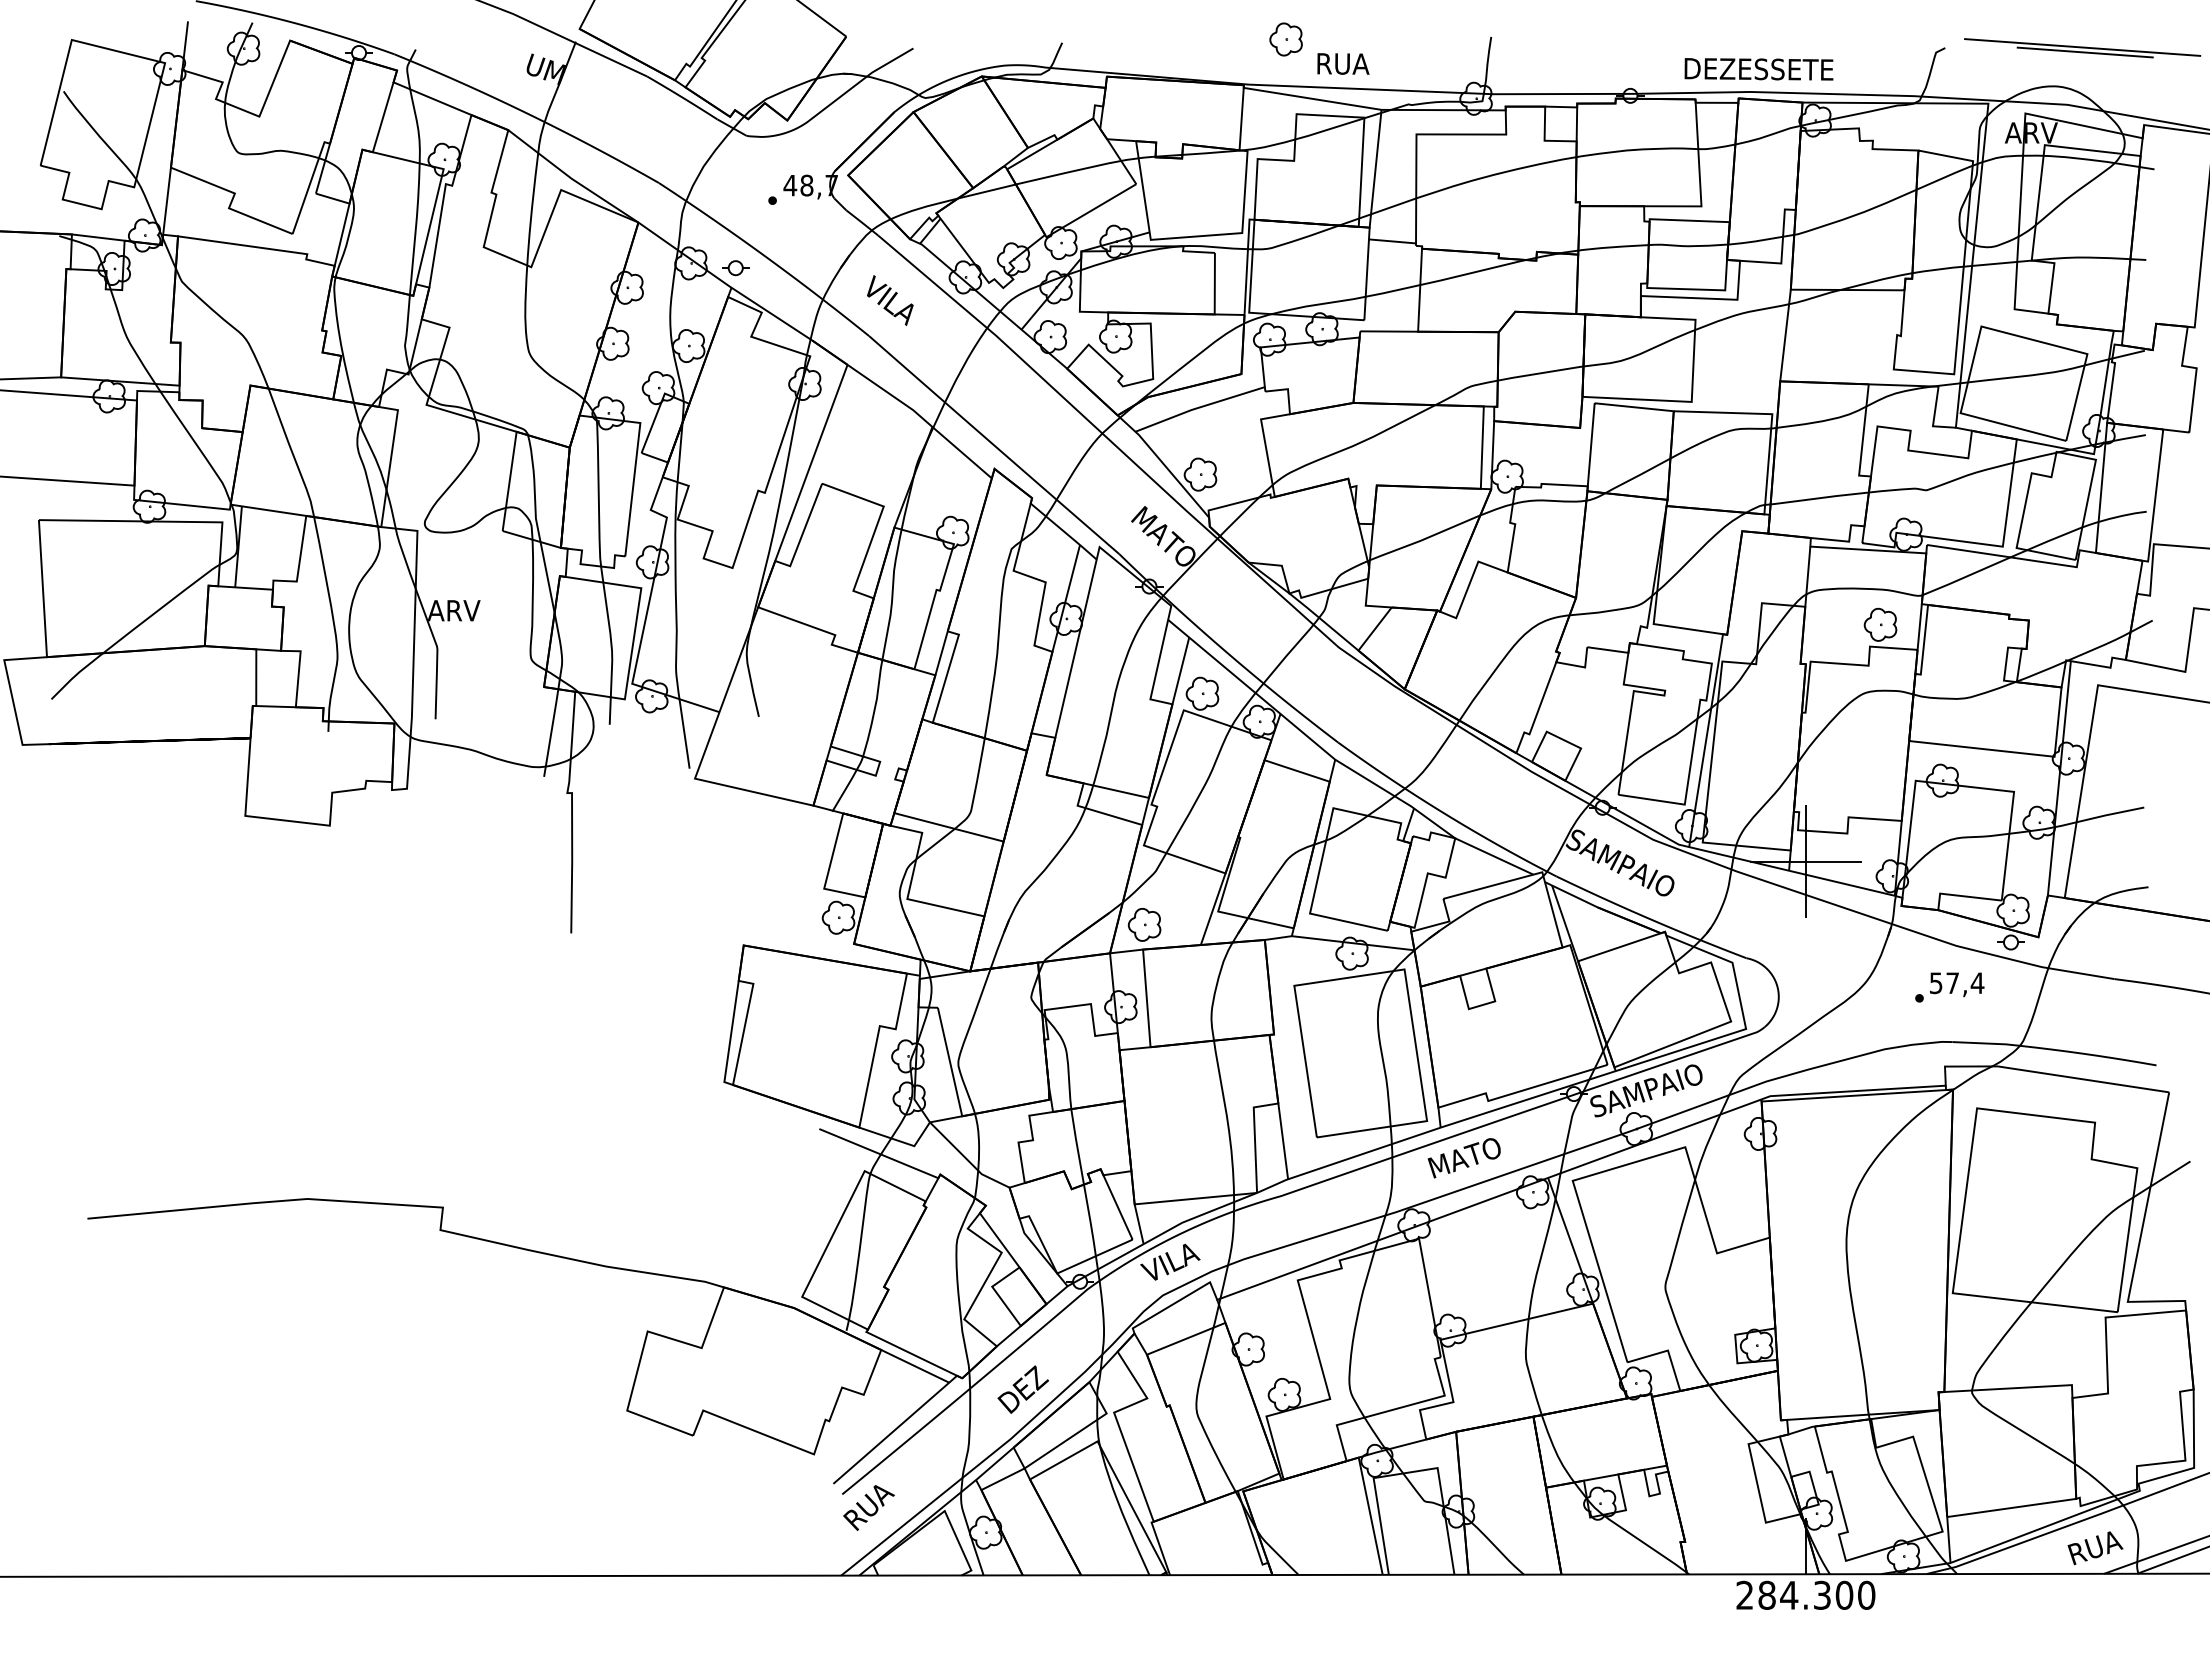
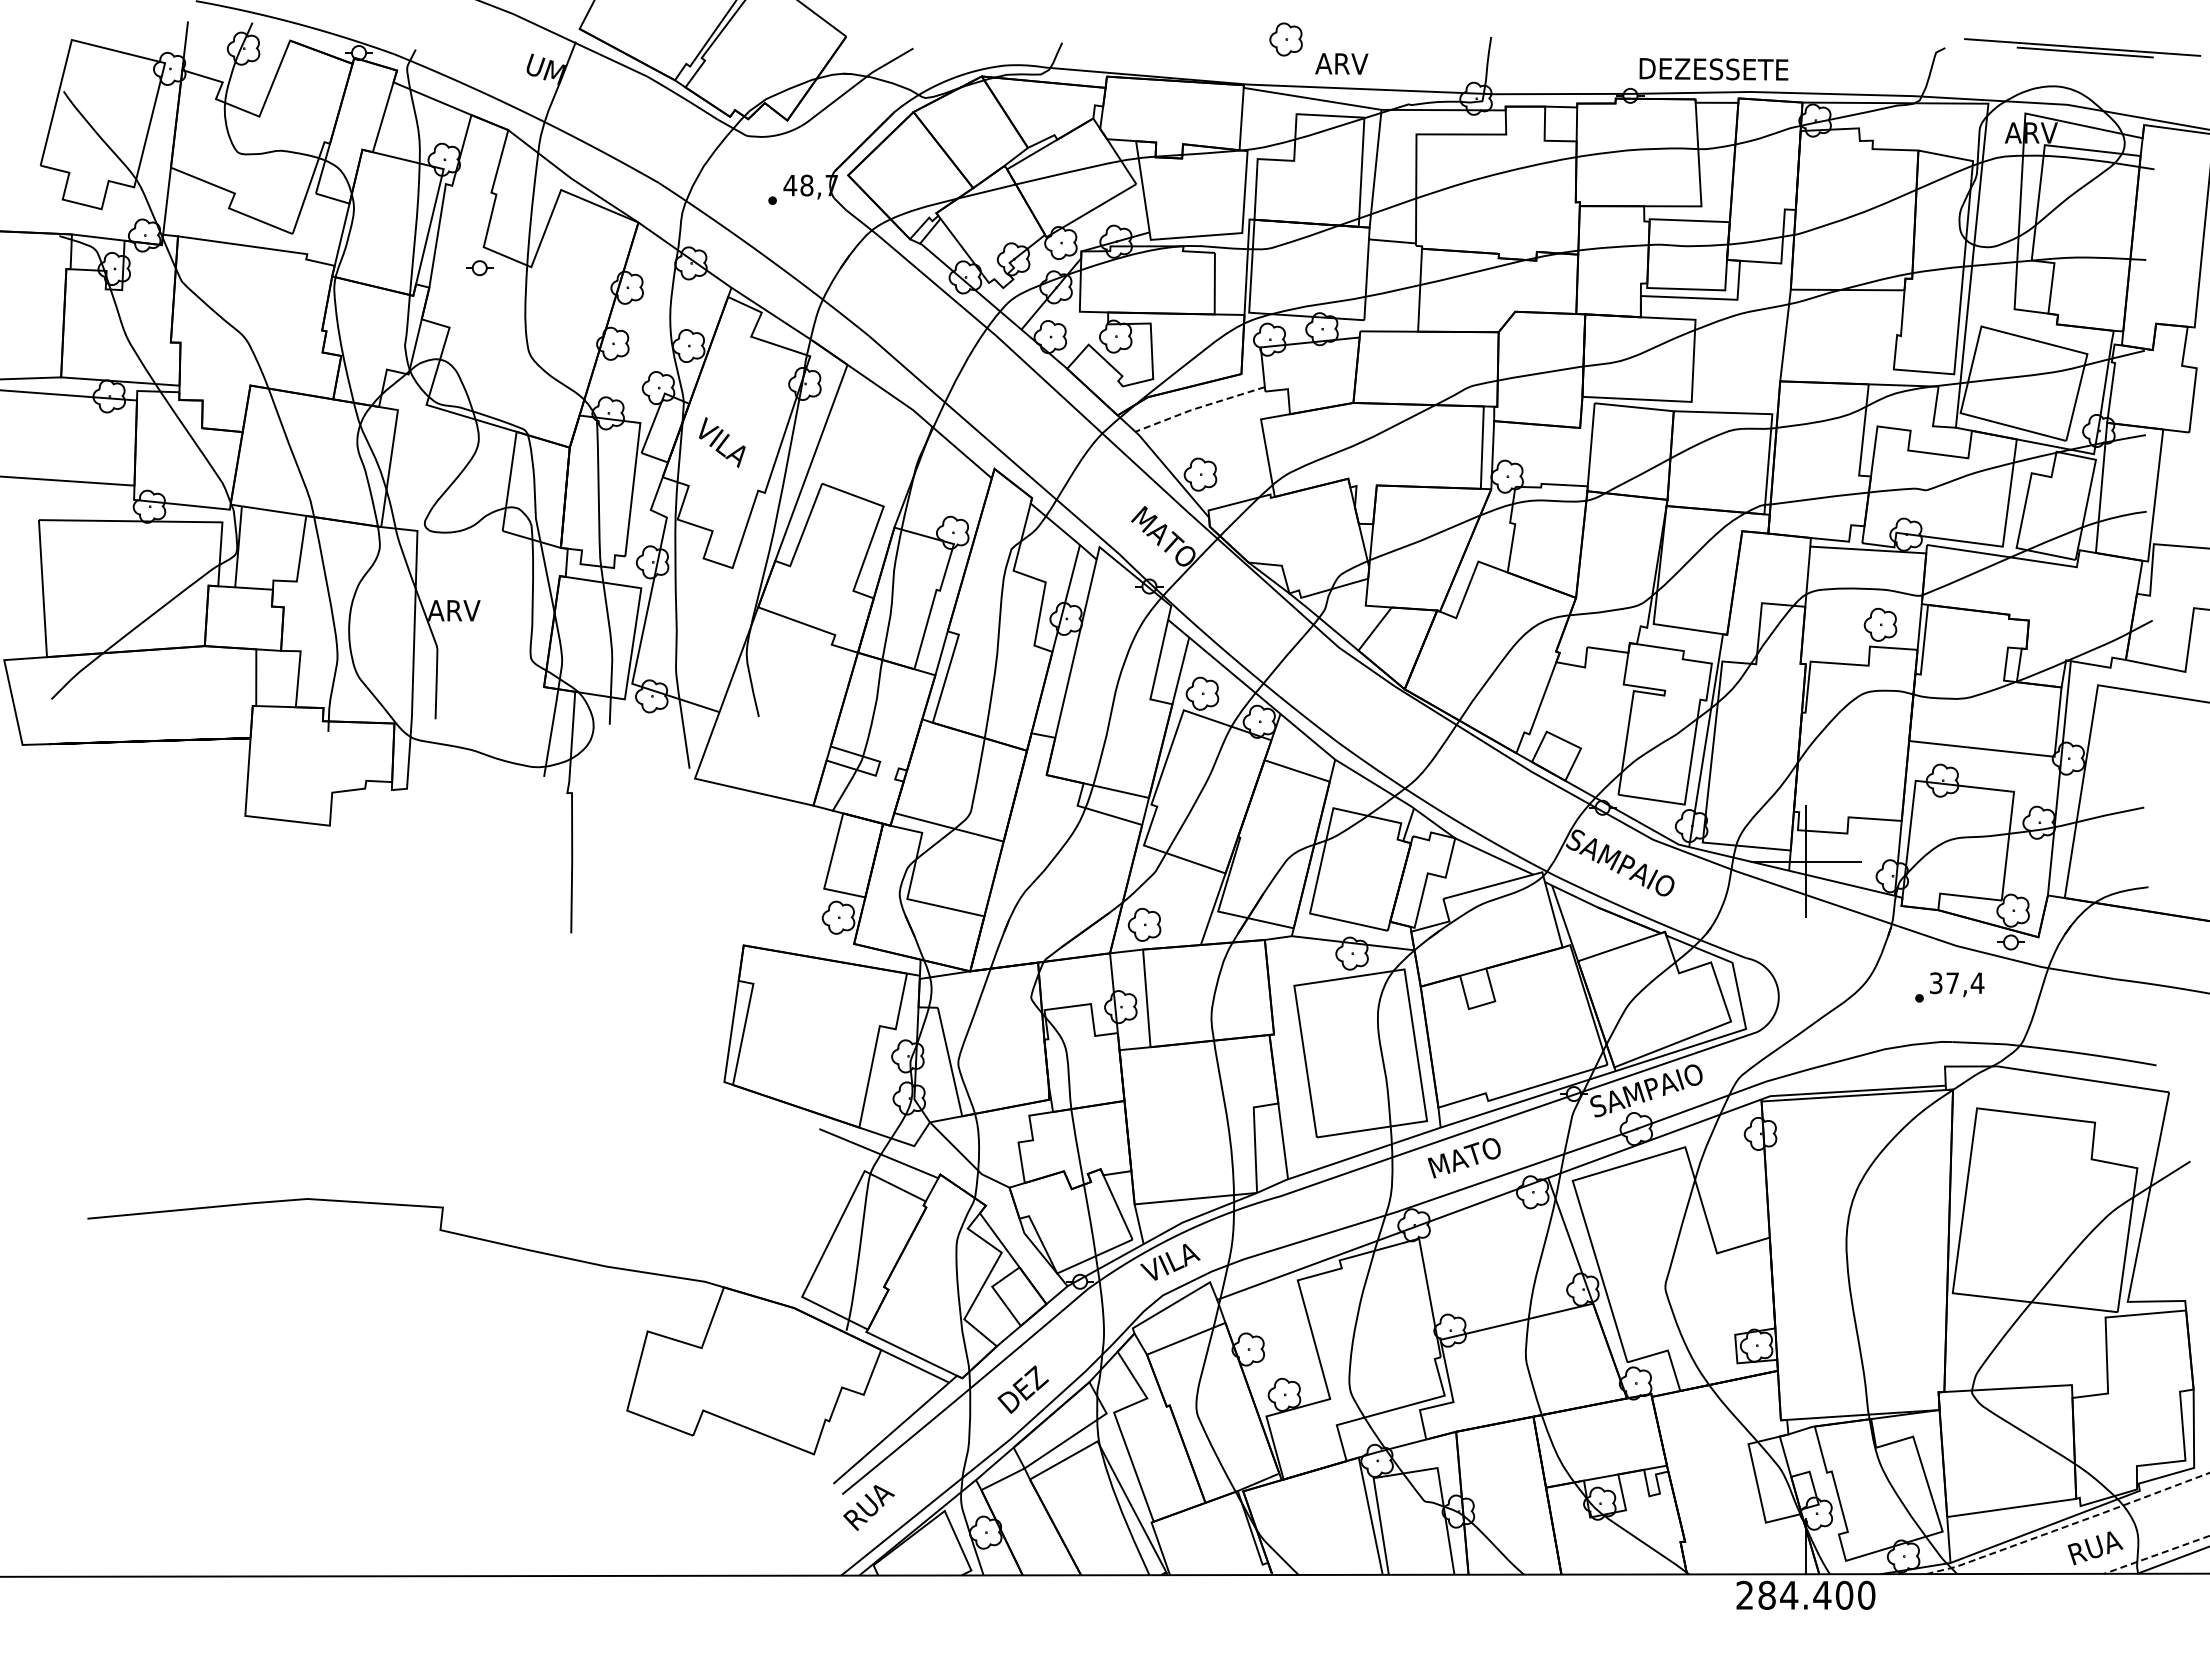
text at (1342, 63): RUA -> ARV
text at (1758, 69) position: (1758, 69) -> (1713, 69)
part at (735, 268) position: (735, 268) -> (479, 268)
text at (890, 300) position: (890, 300) -> (722, 442)
line at (1198, 407): solid -> dashed
text at (1936, 982): 57,4 -> 37,4
line at (2068, 1525): solid -> dashed
line at (2156, 1554): solid -> dashed
text at (1822, 1594): 284.300 -> 284.400
